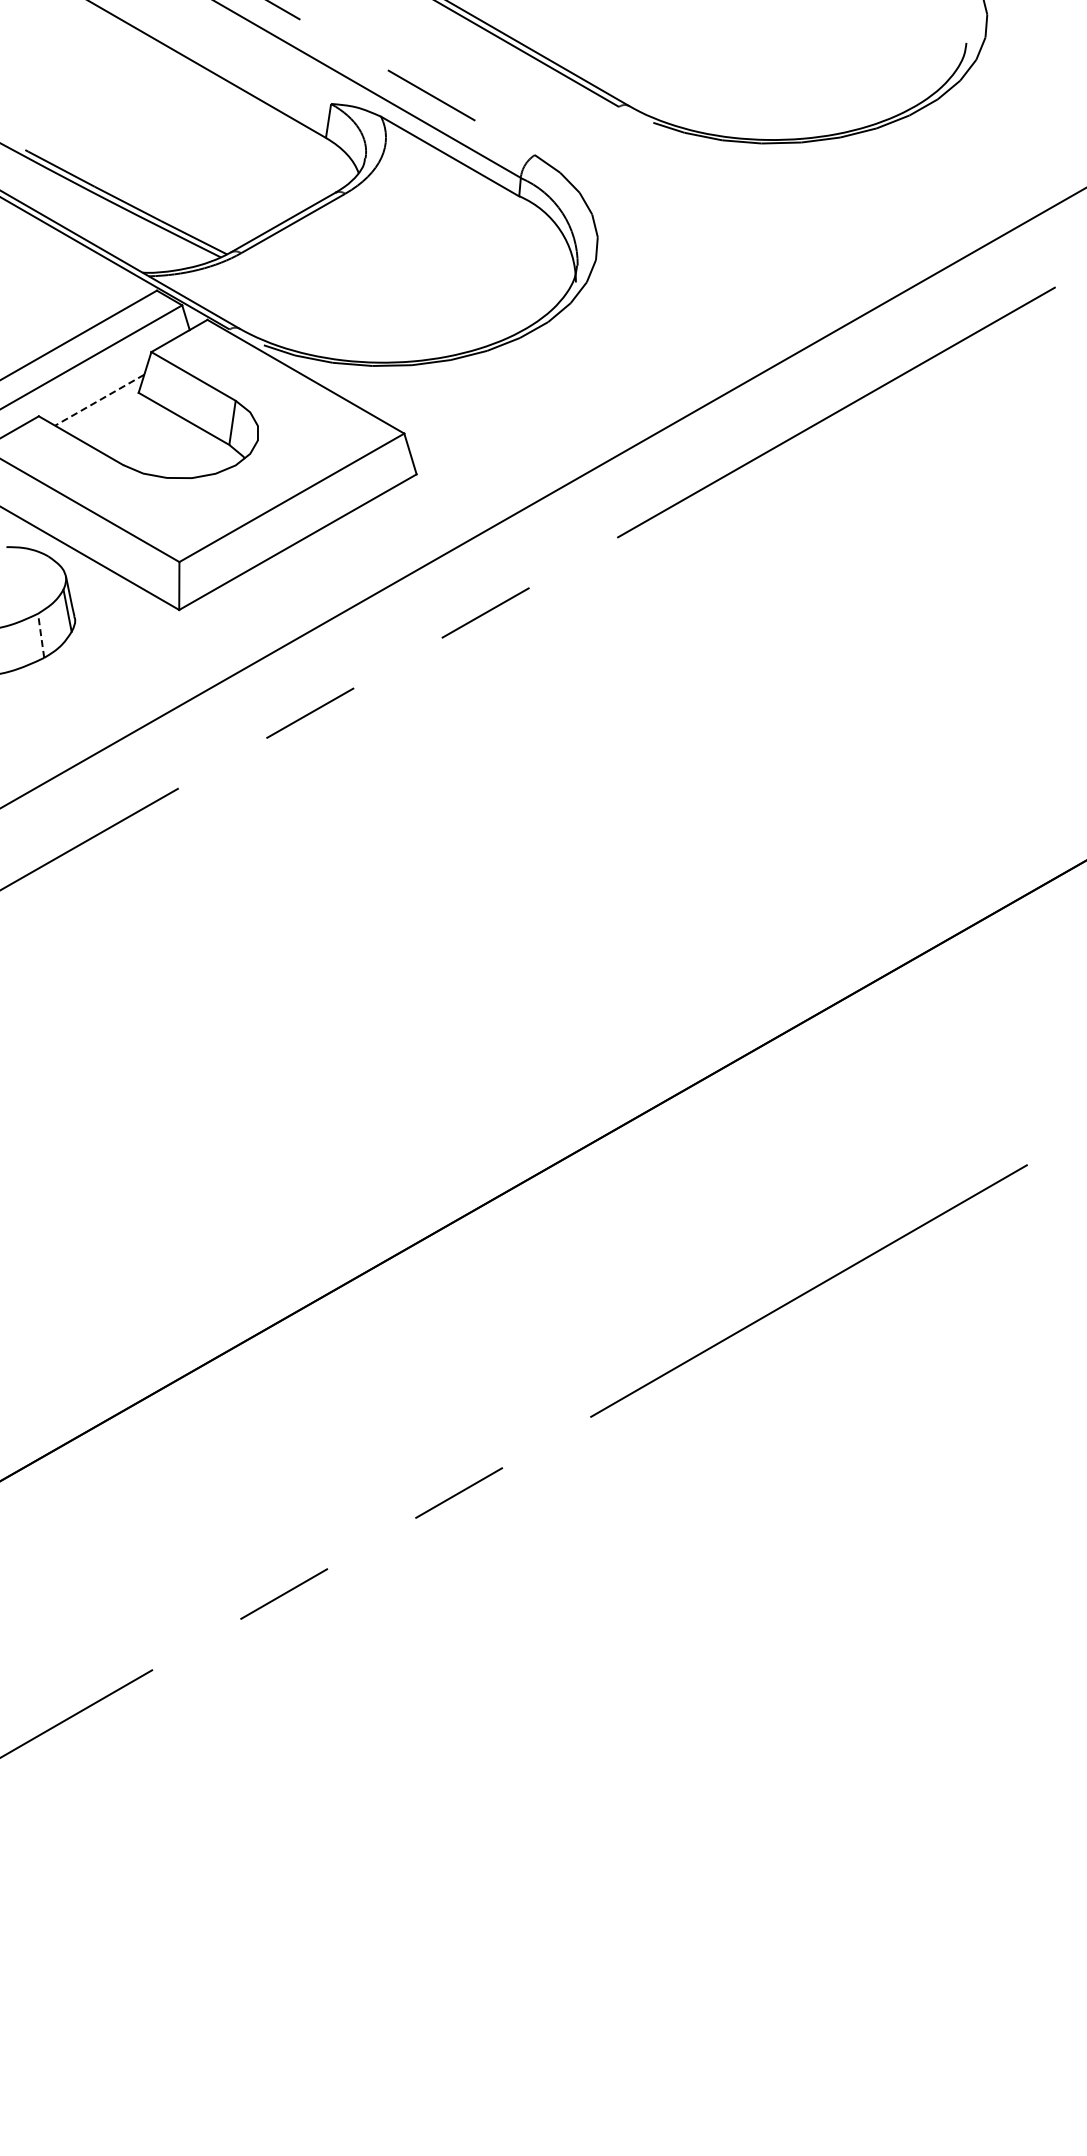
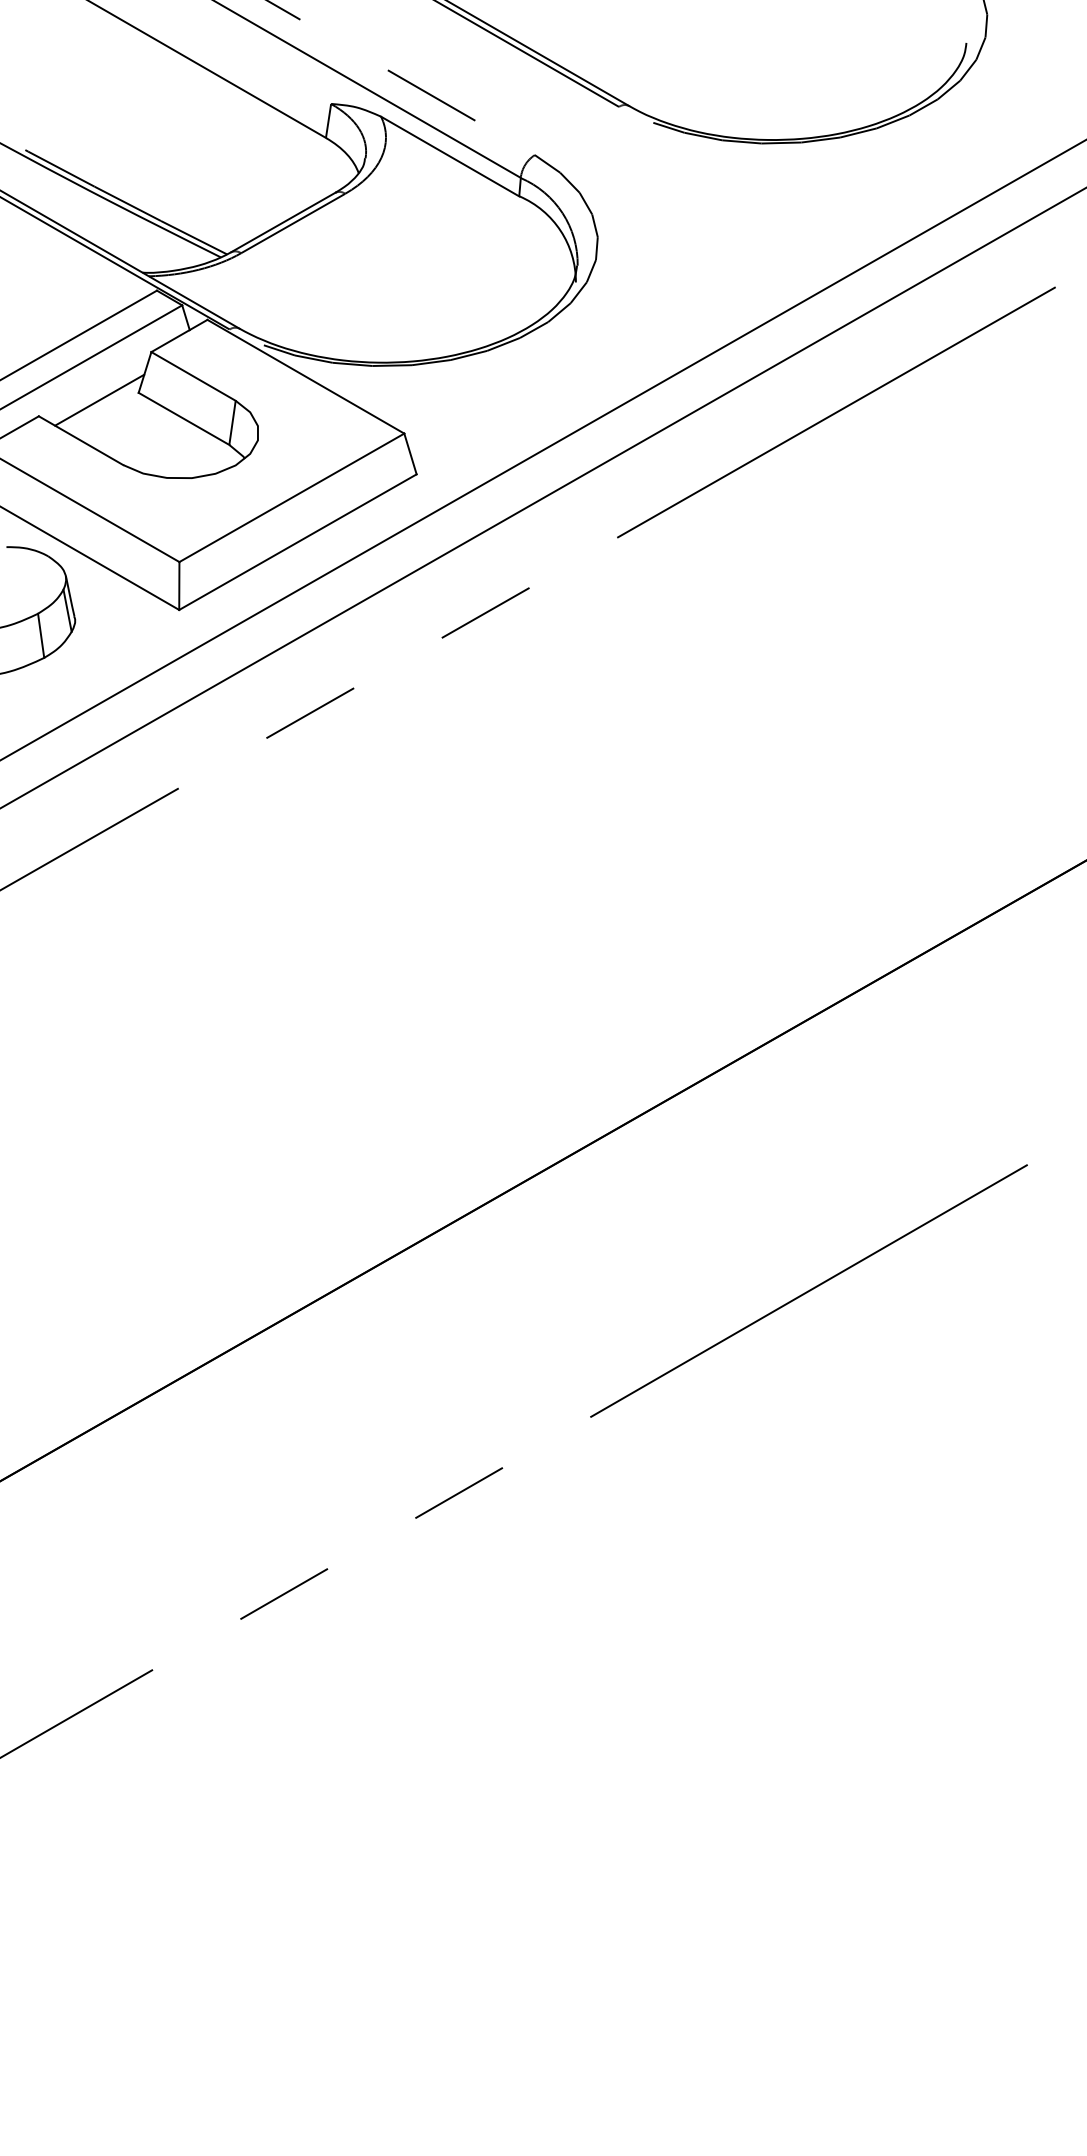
line at (99, 400): dashed -> solid
line at (542, 450): none -> present
line at (41, 635): dashed -> solid
